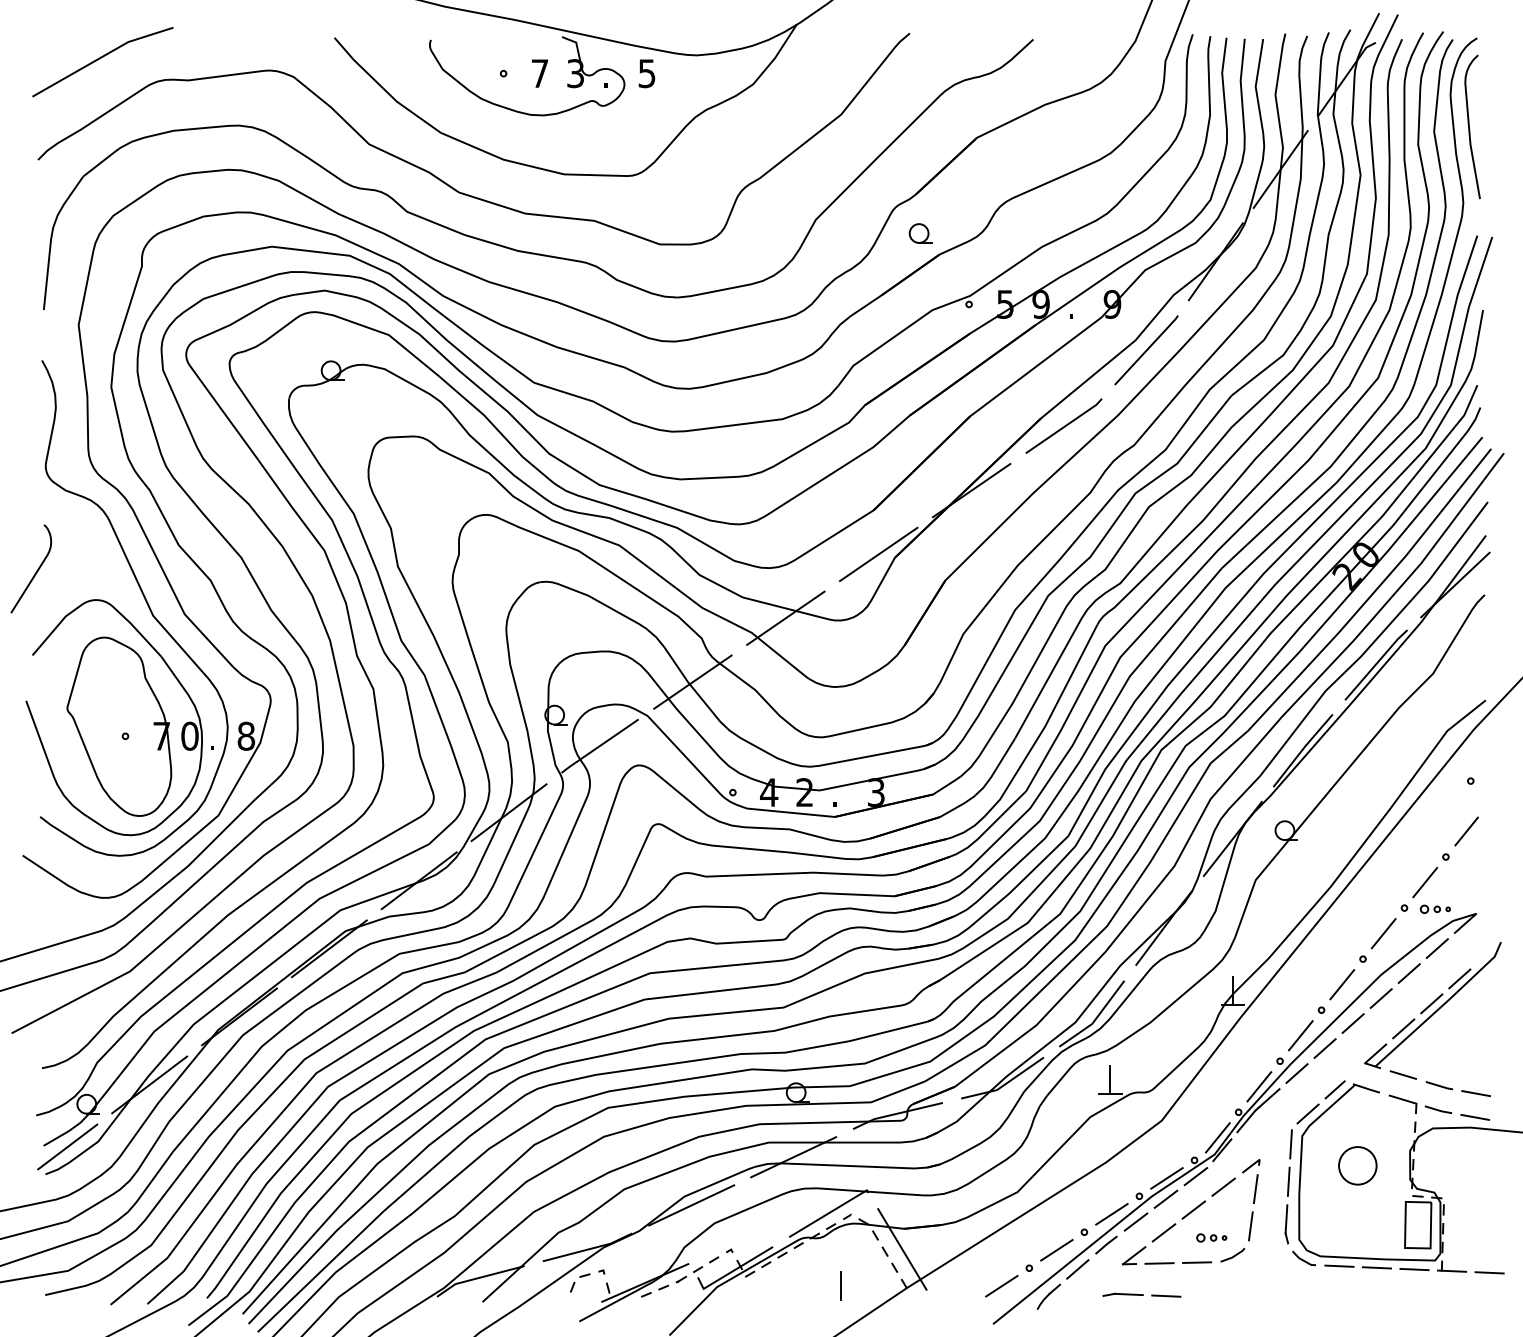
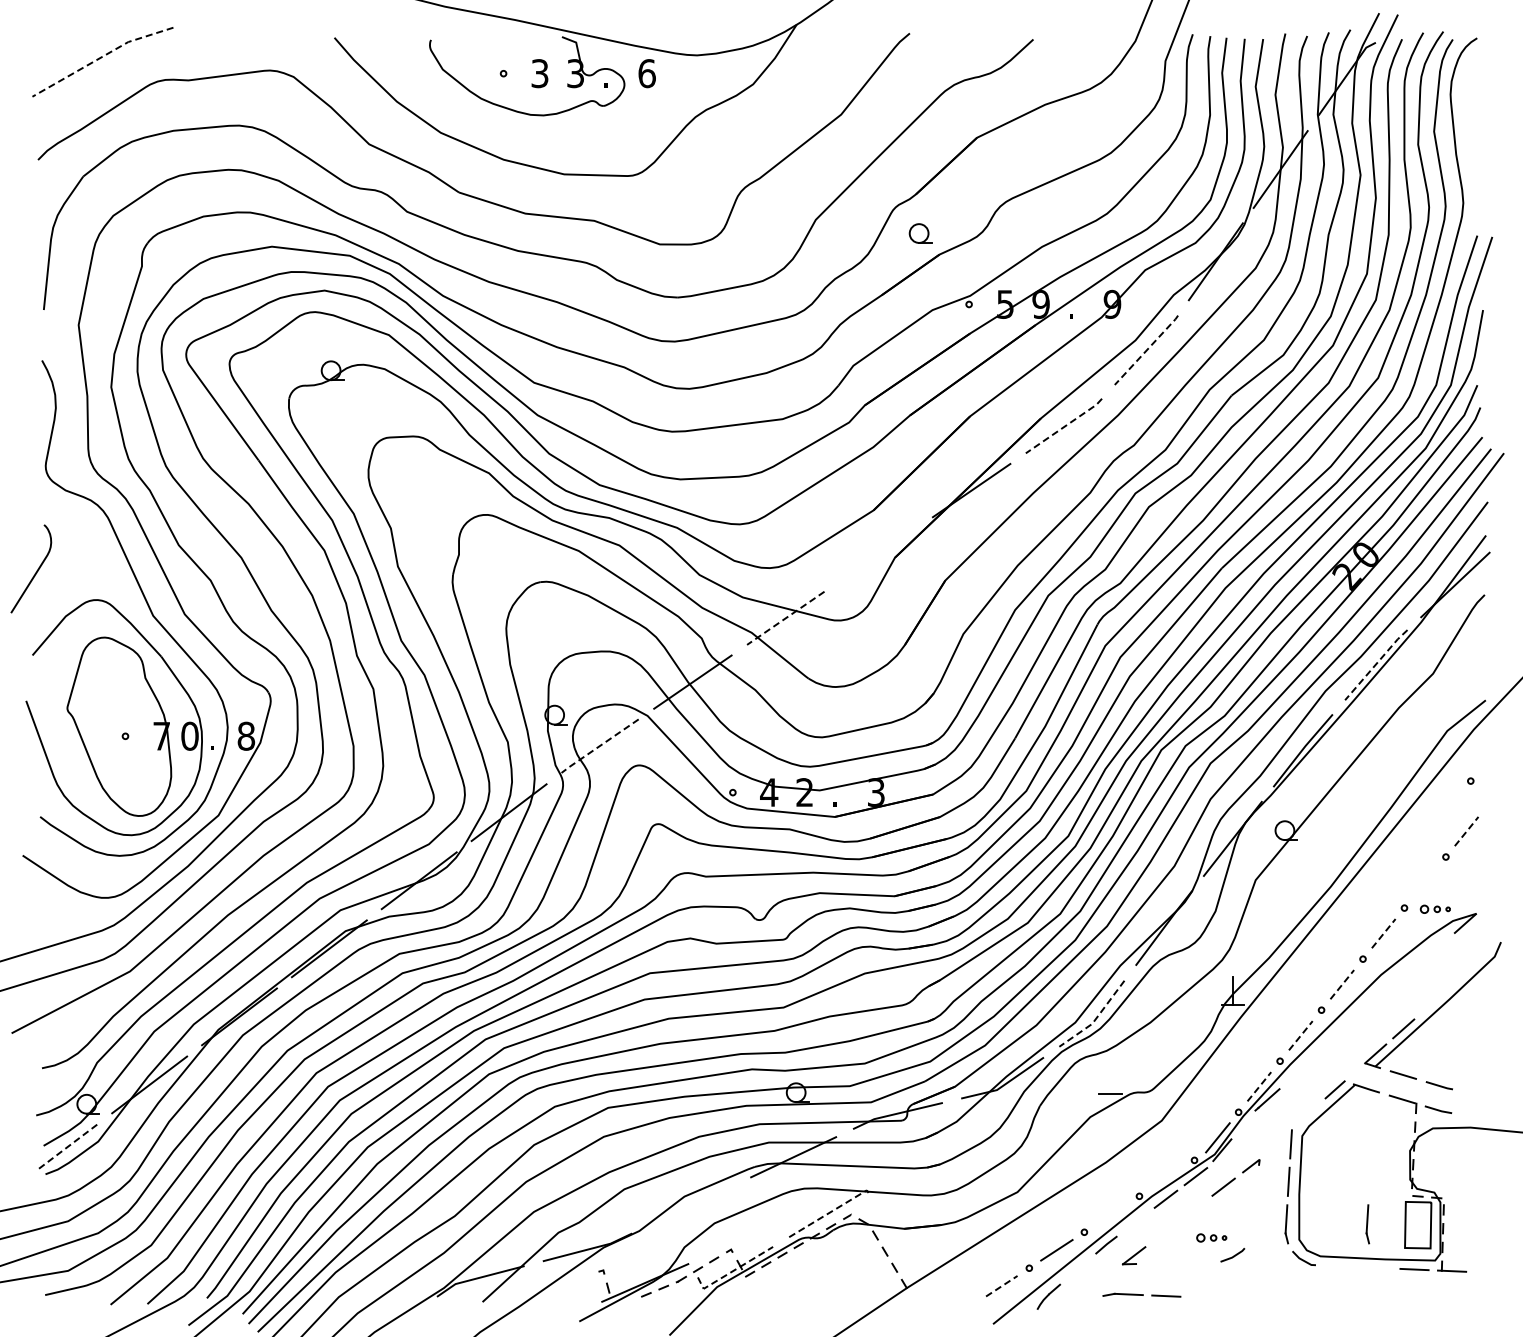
line at (101, 57): solid -> dashed
text at (539, 73): 7 -> 3
text at (646, 73): 5 -> 6
curve at (1469, 126): present -> none
line at (1147, 349): solid -> dashed
line at (1065, 426): solid -> dashed
line at (878, 554): present -> none
line at (785, 618): solid -> dashed
line at (1376, 664): solid -> dashed
line at (599, 746): solid -> dashed
line at (1467, 830): solid -> dashed
line at (1425, 882): present -> none
line at (1383, 933): solid -> dashed
line at (1436, 948): present -> none
line at (1408, 973): present -> none
line at (1459, 978): present -> none
line at (1342, 984): solid -> dashed
line at (1380, 998): present -> none
line at (1431, 1003): present -> none
line at (1095, 1019): solid -> dashed
line at (1352, 1023): present -> none
line at (1300, 1035): solid -> dashed
line at (1324, 1048): present -> none
line at (1296, 1073): present -> none
line at (1110, 1079): present -> none
line at (1259, 1086): solid -> dashed
line at (1476, 1093): present -> none
line at (1307, 1113): present -> none
line at (1475, 1117): present -> none
line at (1246, 1121): present -> none
line at (67, 1147): solid -> dashed
circle at (1357, 1165): present -> none
line at (1166, 1178): present -> none
line at (1255, 1189): present -> none
line at (691, 1205): present -> none
line at (1193, 1209): present -> none
line at (830, 1212): solid -> dashed
line at (1111, 1214): present -> none
line at (1135, 1221): present -> none
part at (1367, 1224): none -> present
line at (1250, 1226): present -> none
line at (1163, 1232): present -> none
line at (902, 1249): present -> none
line at (1197, 1262): present -> none
line at (1159, 1263): present -> none
line at (1339, 1265): present -> none
line at (1376, 1267): present -> none
line at (1077, 1269): present -> none
line at (732, 1271): solid -> dashed
line at (1489, 1272): present -> none
part at (580, 1282): present -> none
line at (840, 1285): present -> none
line at (1001, 1286): solid -> dashed
